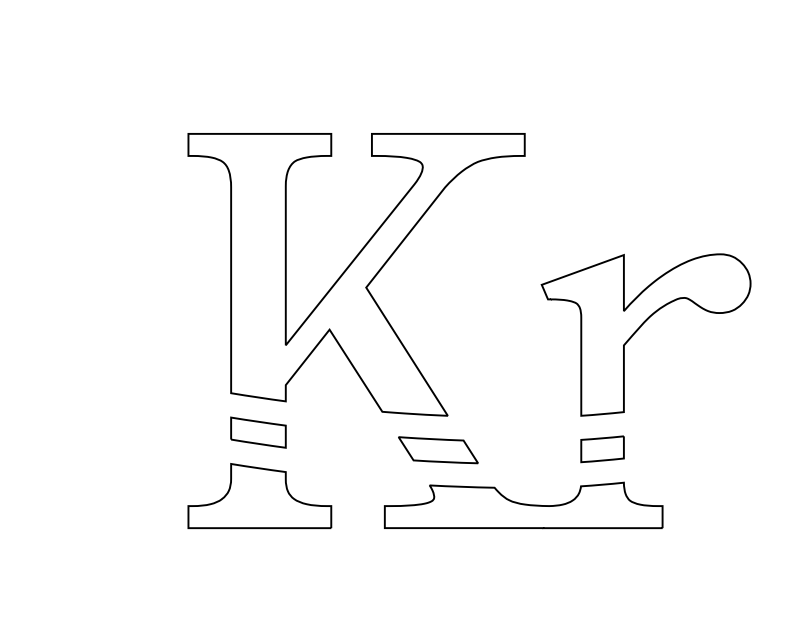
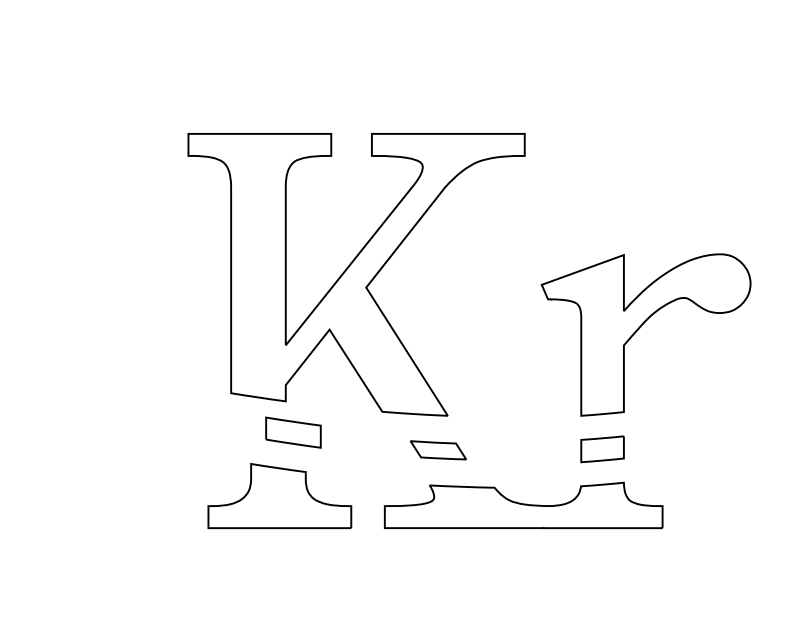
part at (258, 432) position: (258, 432) -> (293, 432)
part at (438, 450) size: 81x29 px -> 57x21 px
part at (259, 496) position: (259, 496) -> (279, 496)
